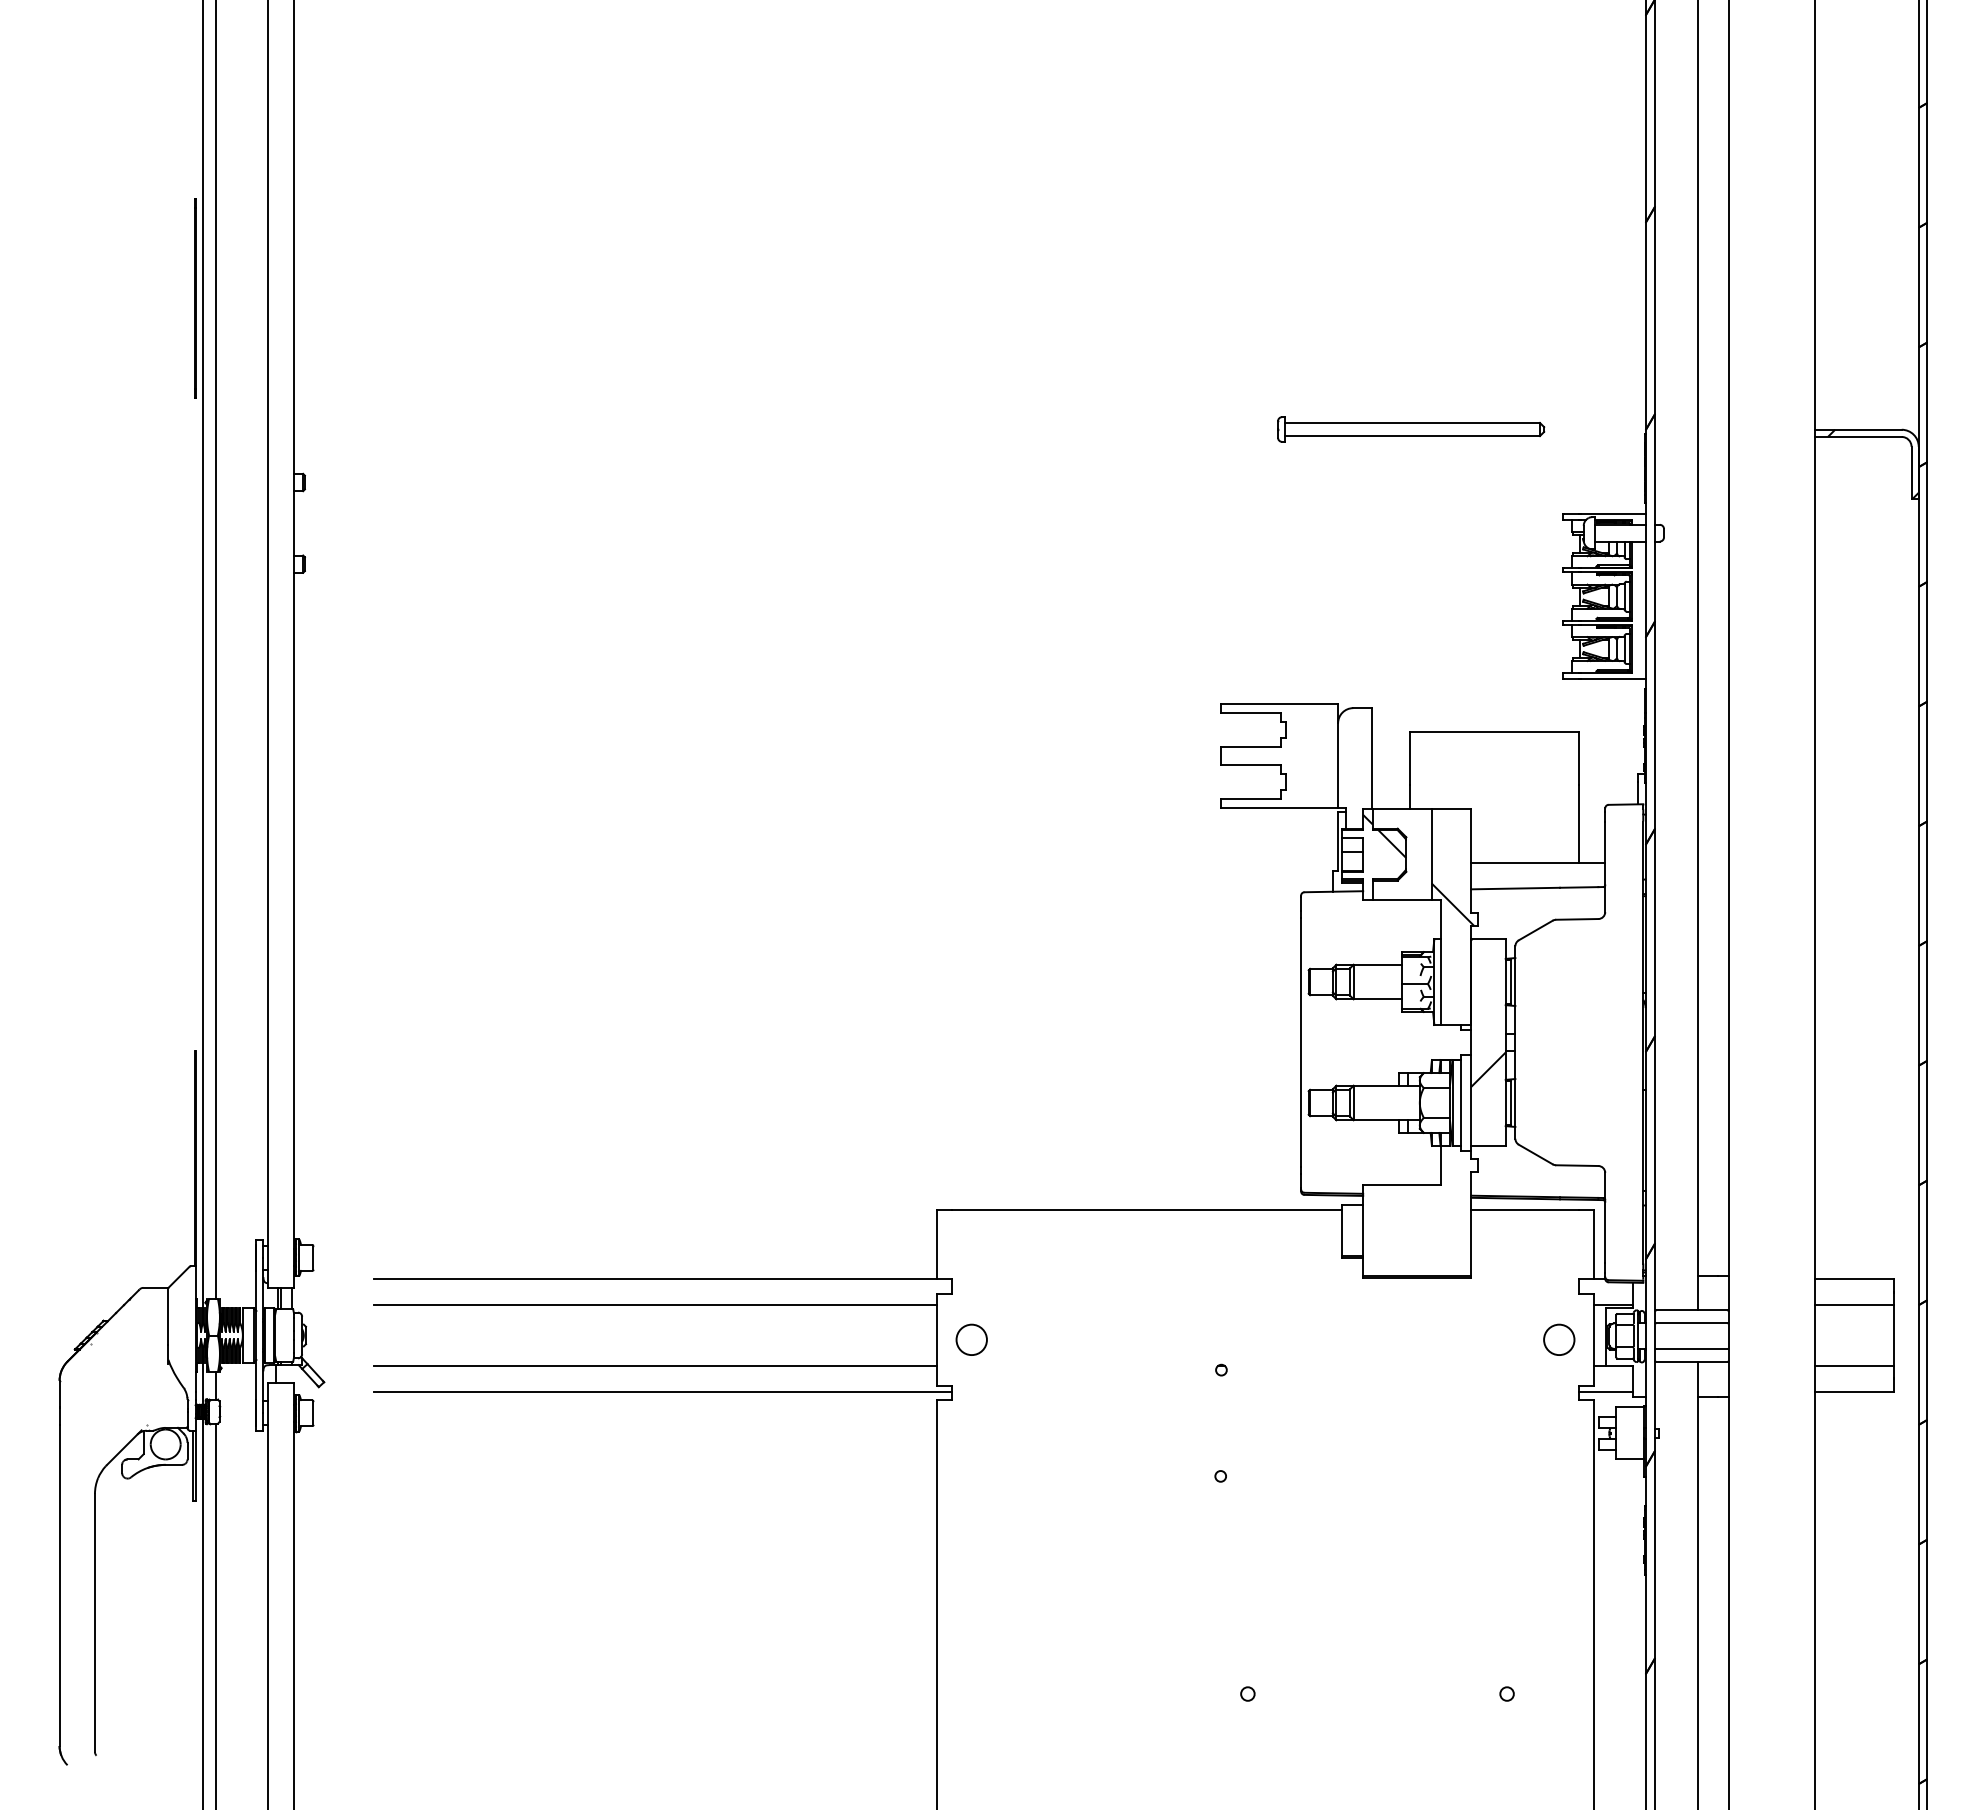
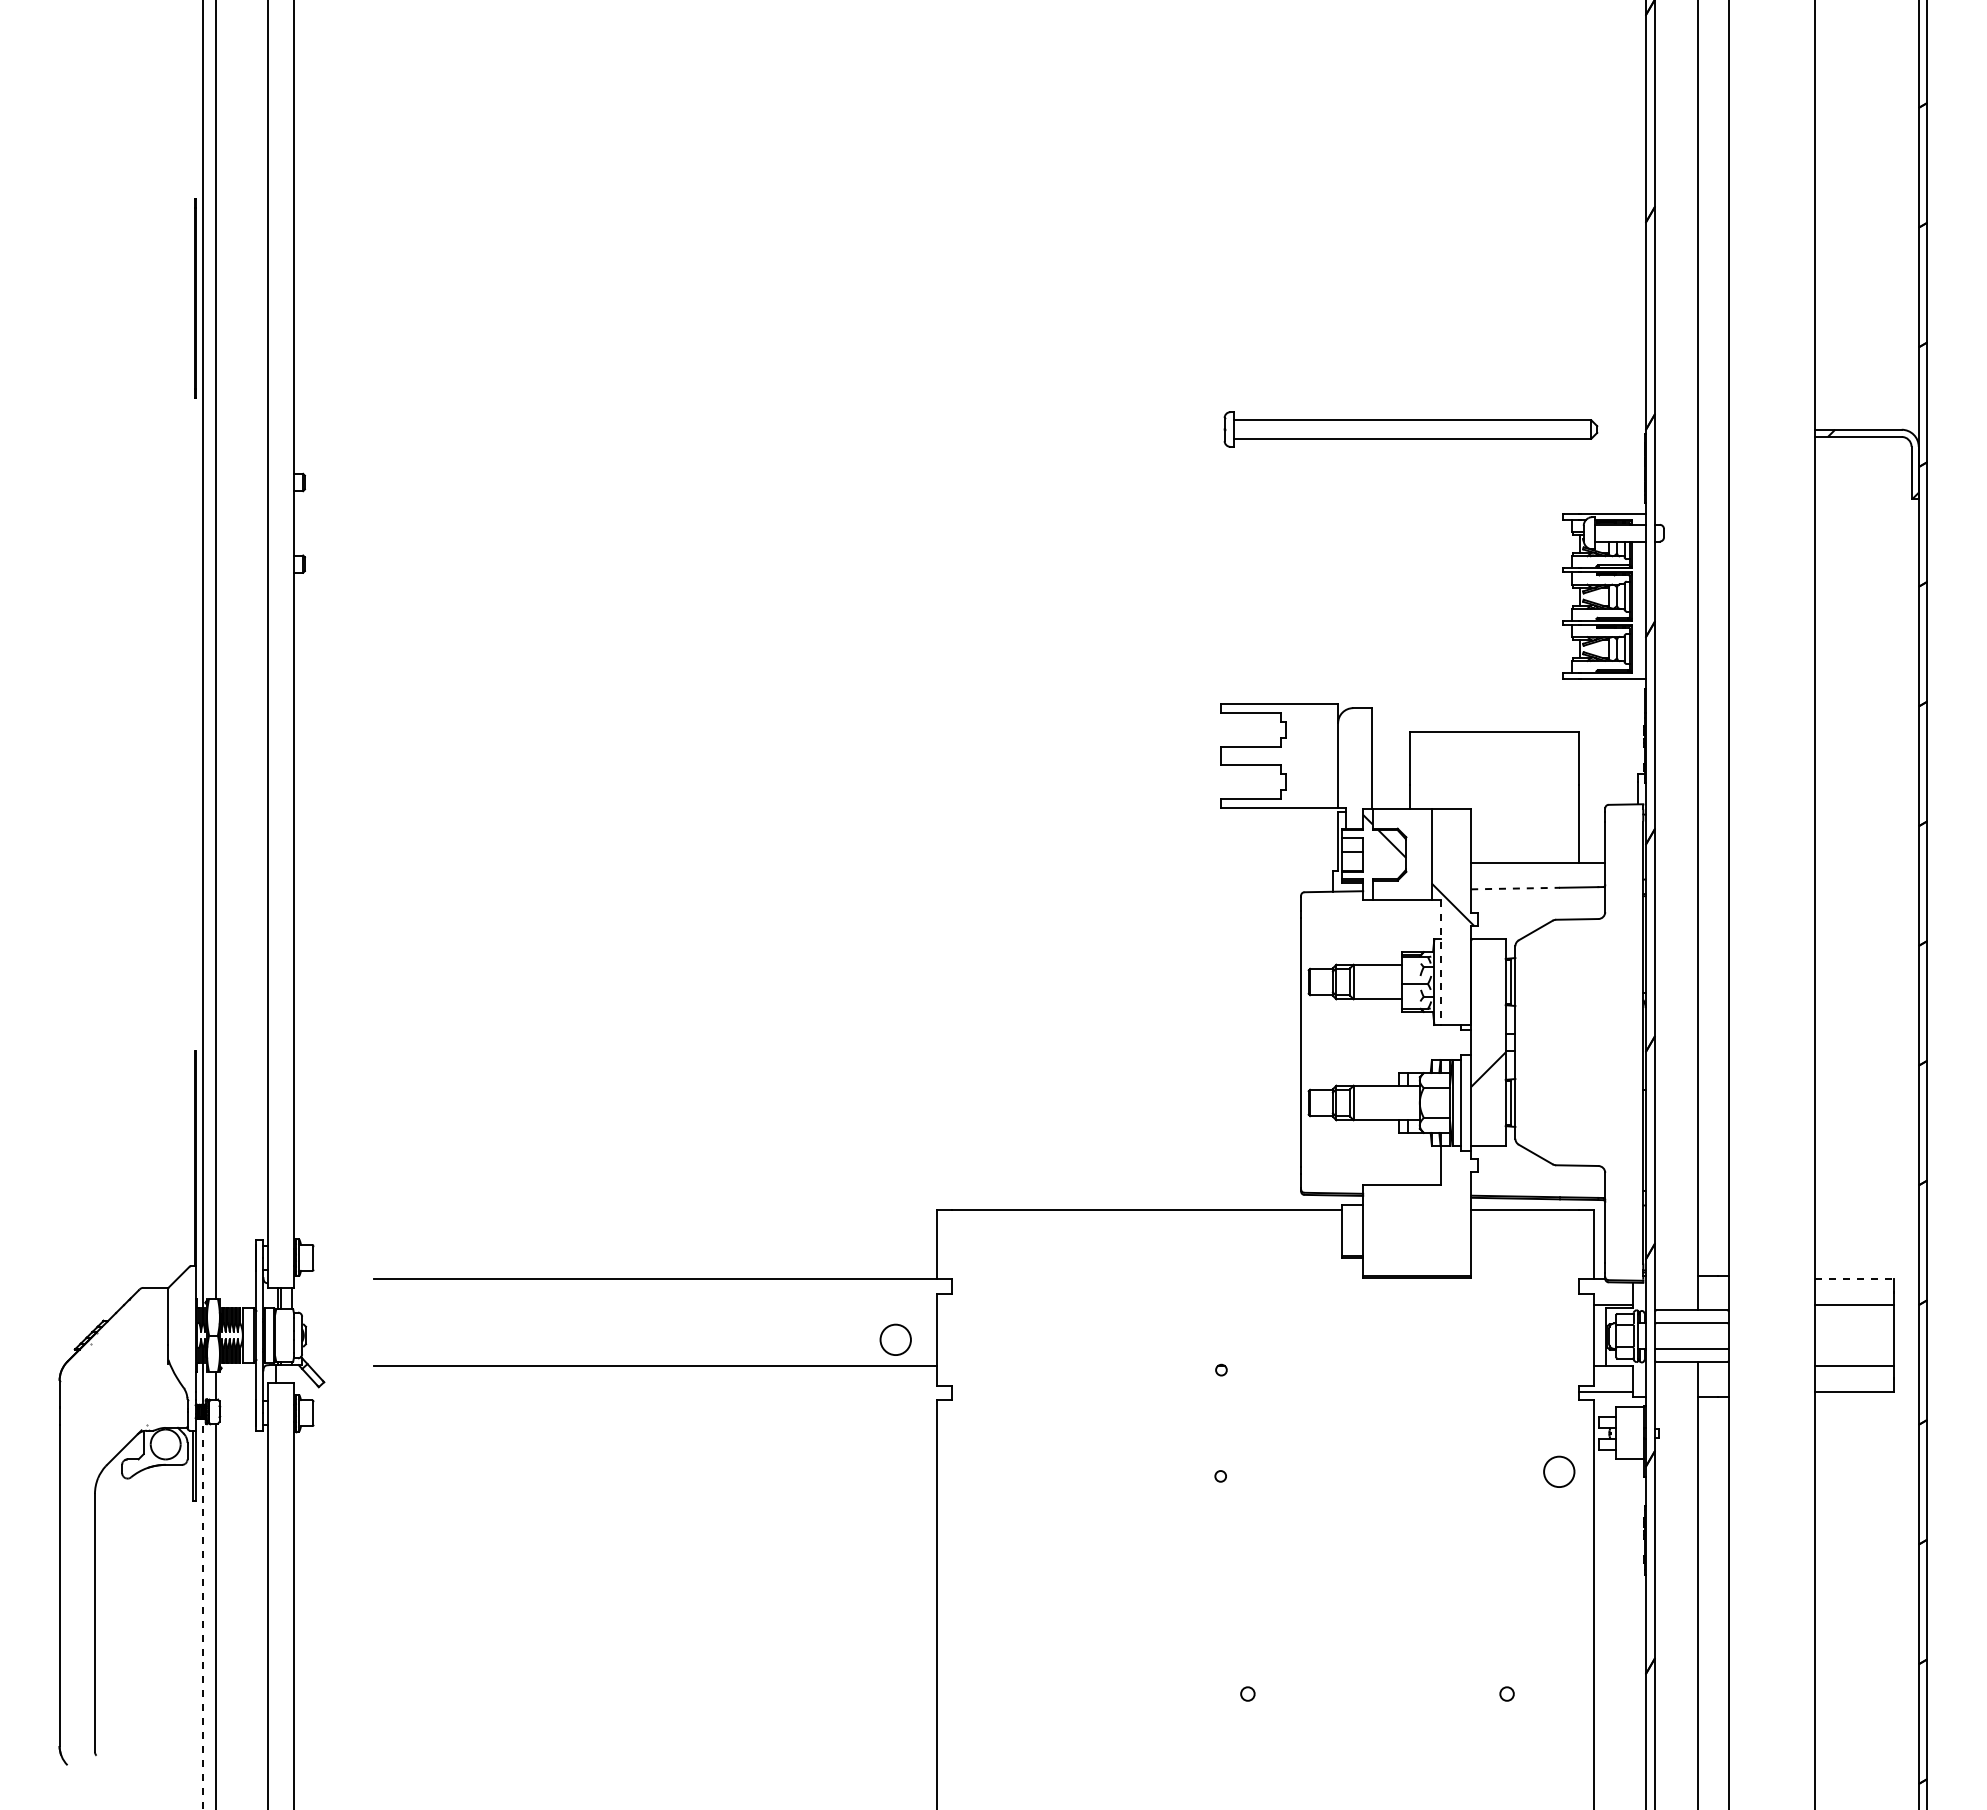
part at (1411, 429) size: 269x27 px -> 376x37 px
line at (1516, 888): solid -> dashed
line at (1440, 962): solid -> dashed
line at (1854, 1279): solid -> dashed
line at (655, 1305): present -> none
circle at (971, 1339) position: (971, 1339) -> (895, 1339)
circle at (1559, 1339) position: (1559, 1339) -> (1559, 1471)
line at (662, 1391): present -> none
line at (202, 1613): solid -> dashed
